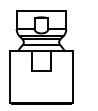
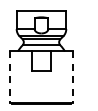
line at (9, 77): solid -> dashed
line at (73, 77): solid -> dashed
